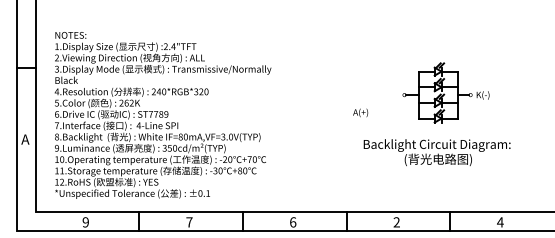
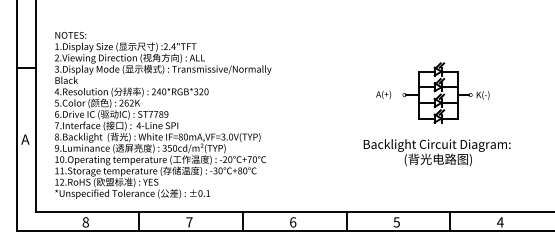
text at (360, 112) position: (360, 112) -> (383, 94)
text at (85, 222): 9 -> 8
text at (396, 222): 2 -> 5
